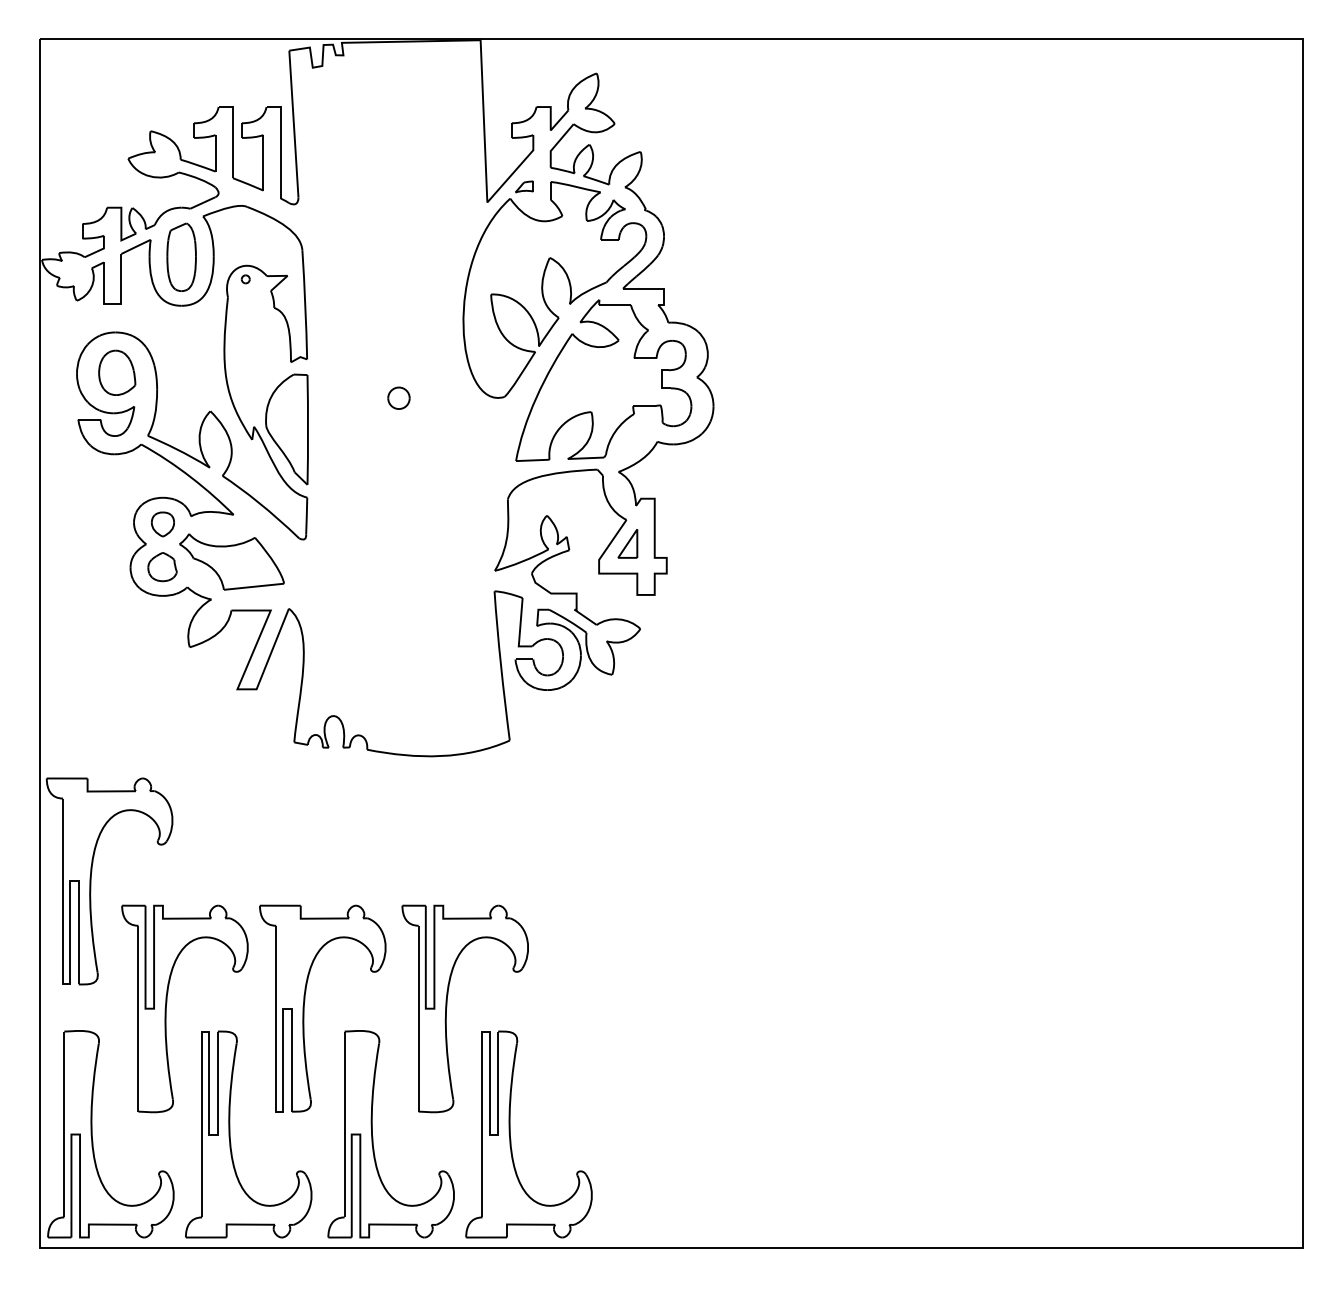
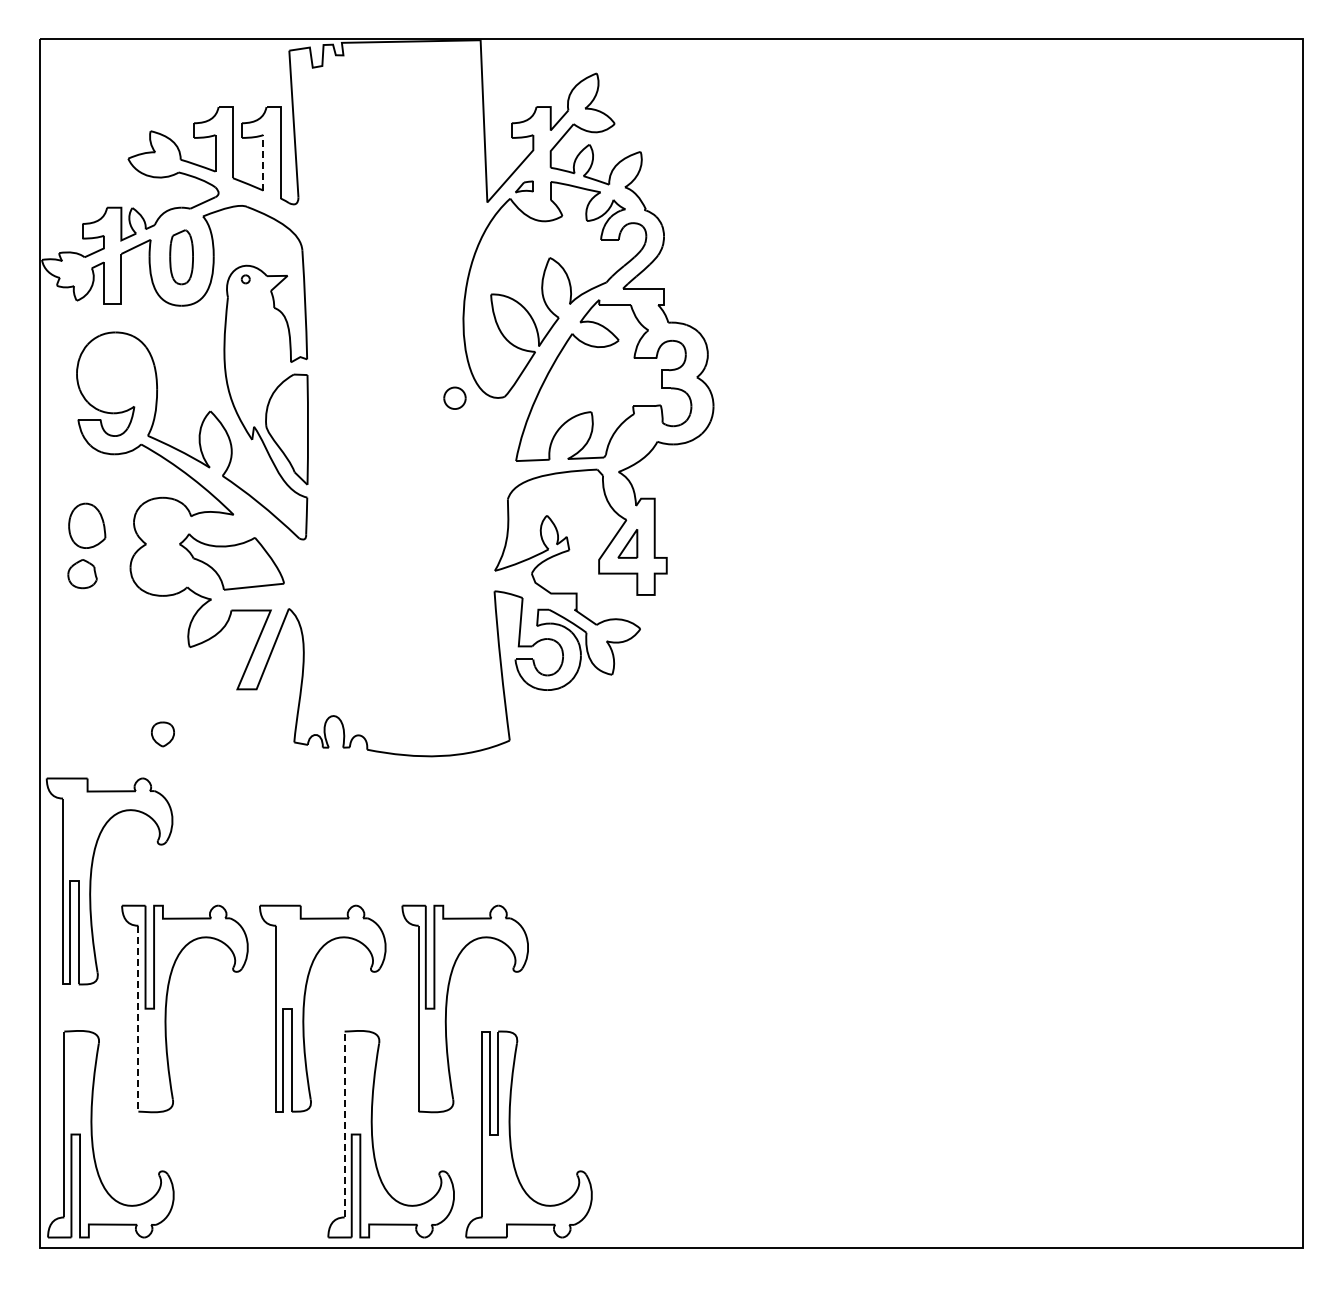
line at (263, 162): solid -> dashed
part at (181, 256) size: 31x70 px -> 25x57 px
part at (117, 372) position: (117, 372) -> (87, 525)
part at (398, 397) position: (398, 397) -> (454, 397)
part at (162, 524) position: (162, 524) -> (162, 734)
part at (162, 567) position: (162, 567) -> (82, 574)
line at (138, 1018): solid -> dashed
line at (344, 1124): solid -> dashed
part at (230, 1134): present -> none
